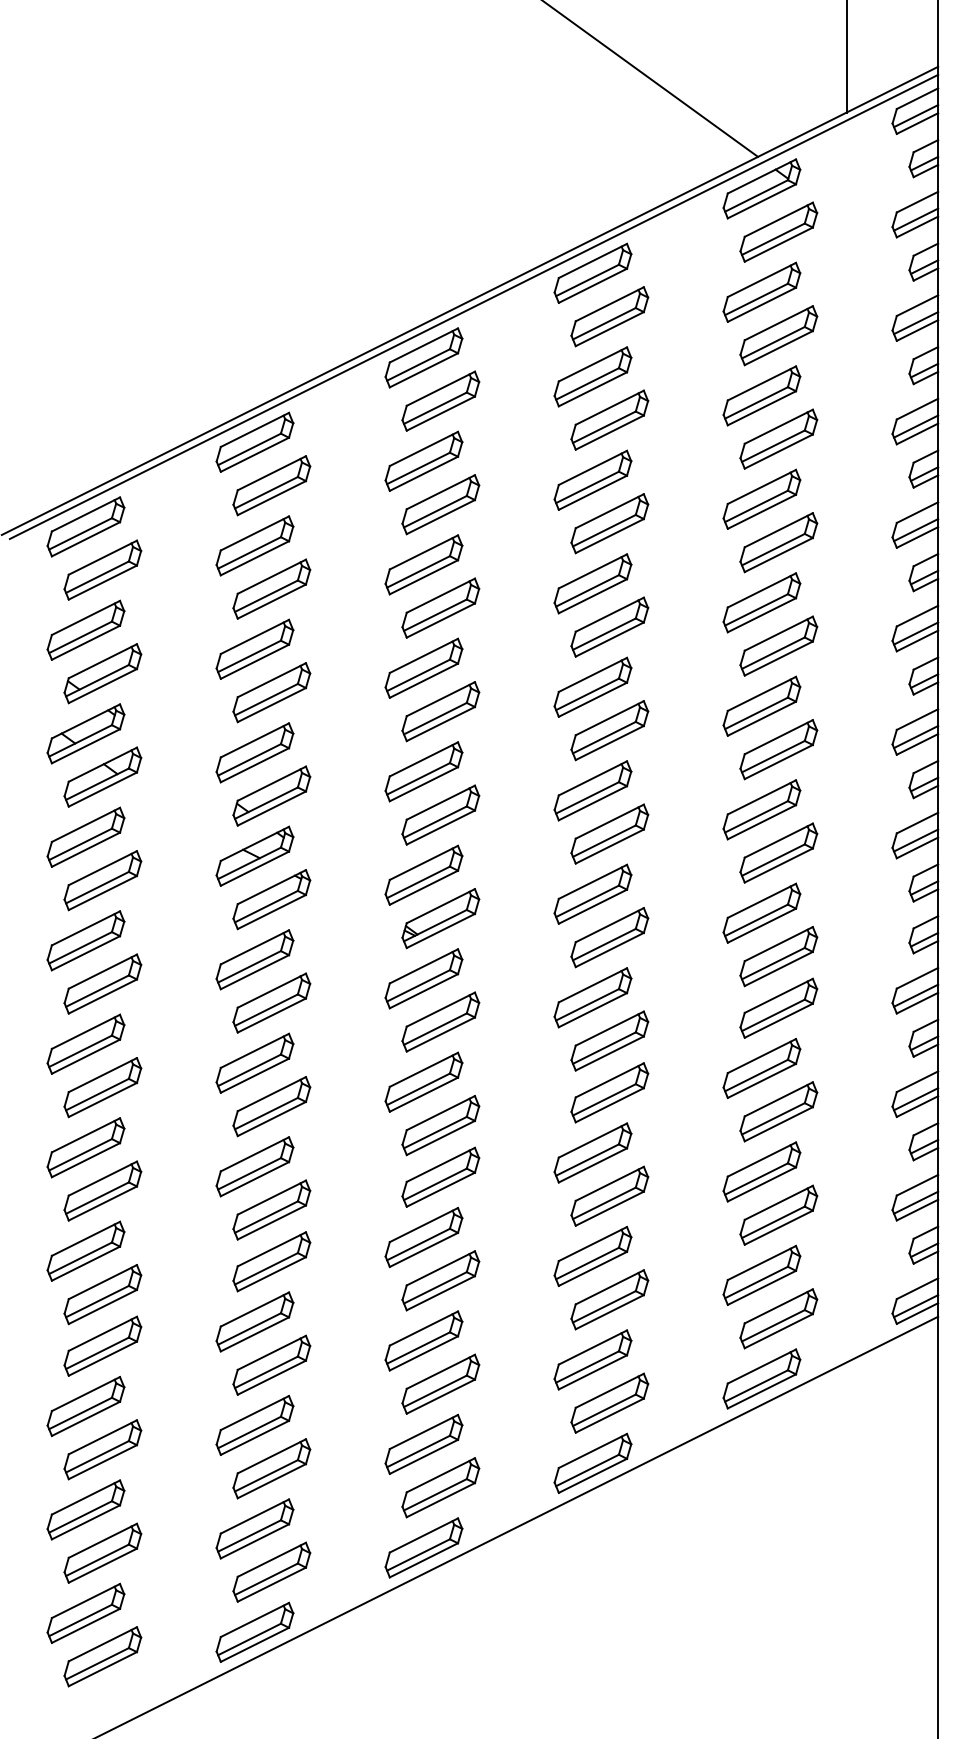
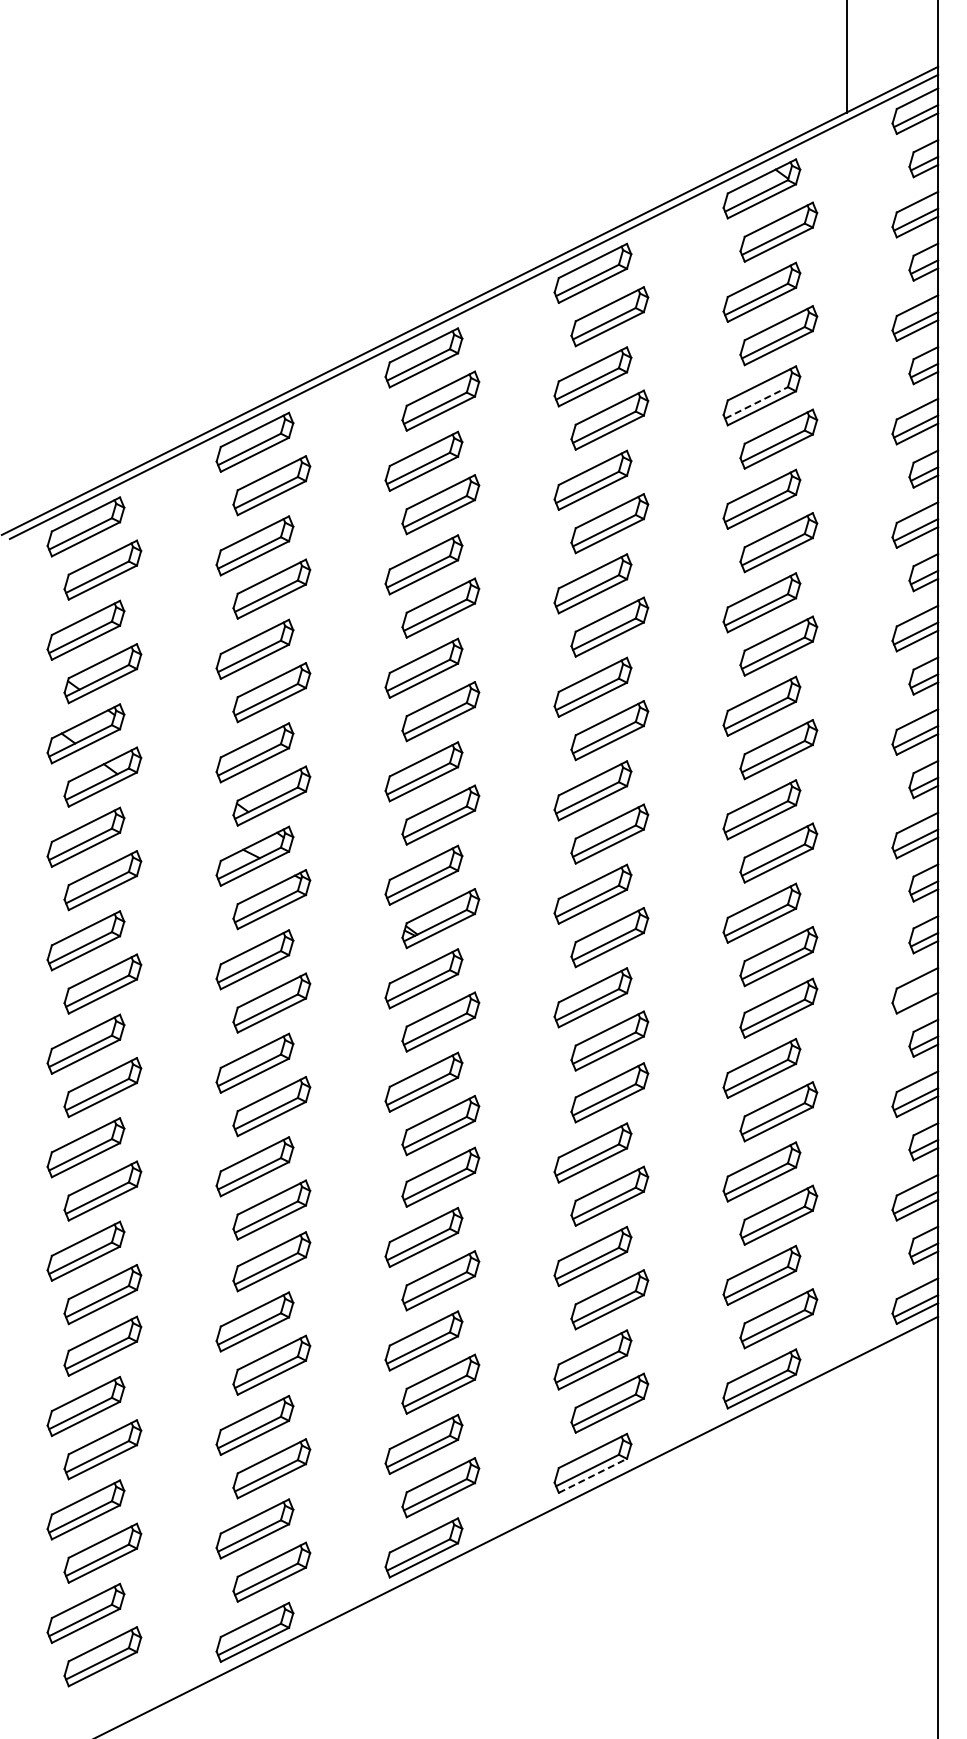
line at (651, 79): present -> none
line at (756, 402): solid -> dashed
line at (916, 995): present -> none
line at (593, 1475): solid -> dashed
